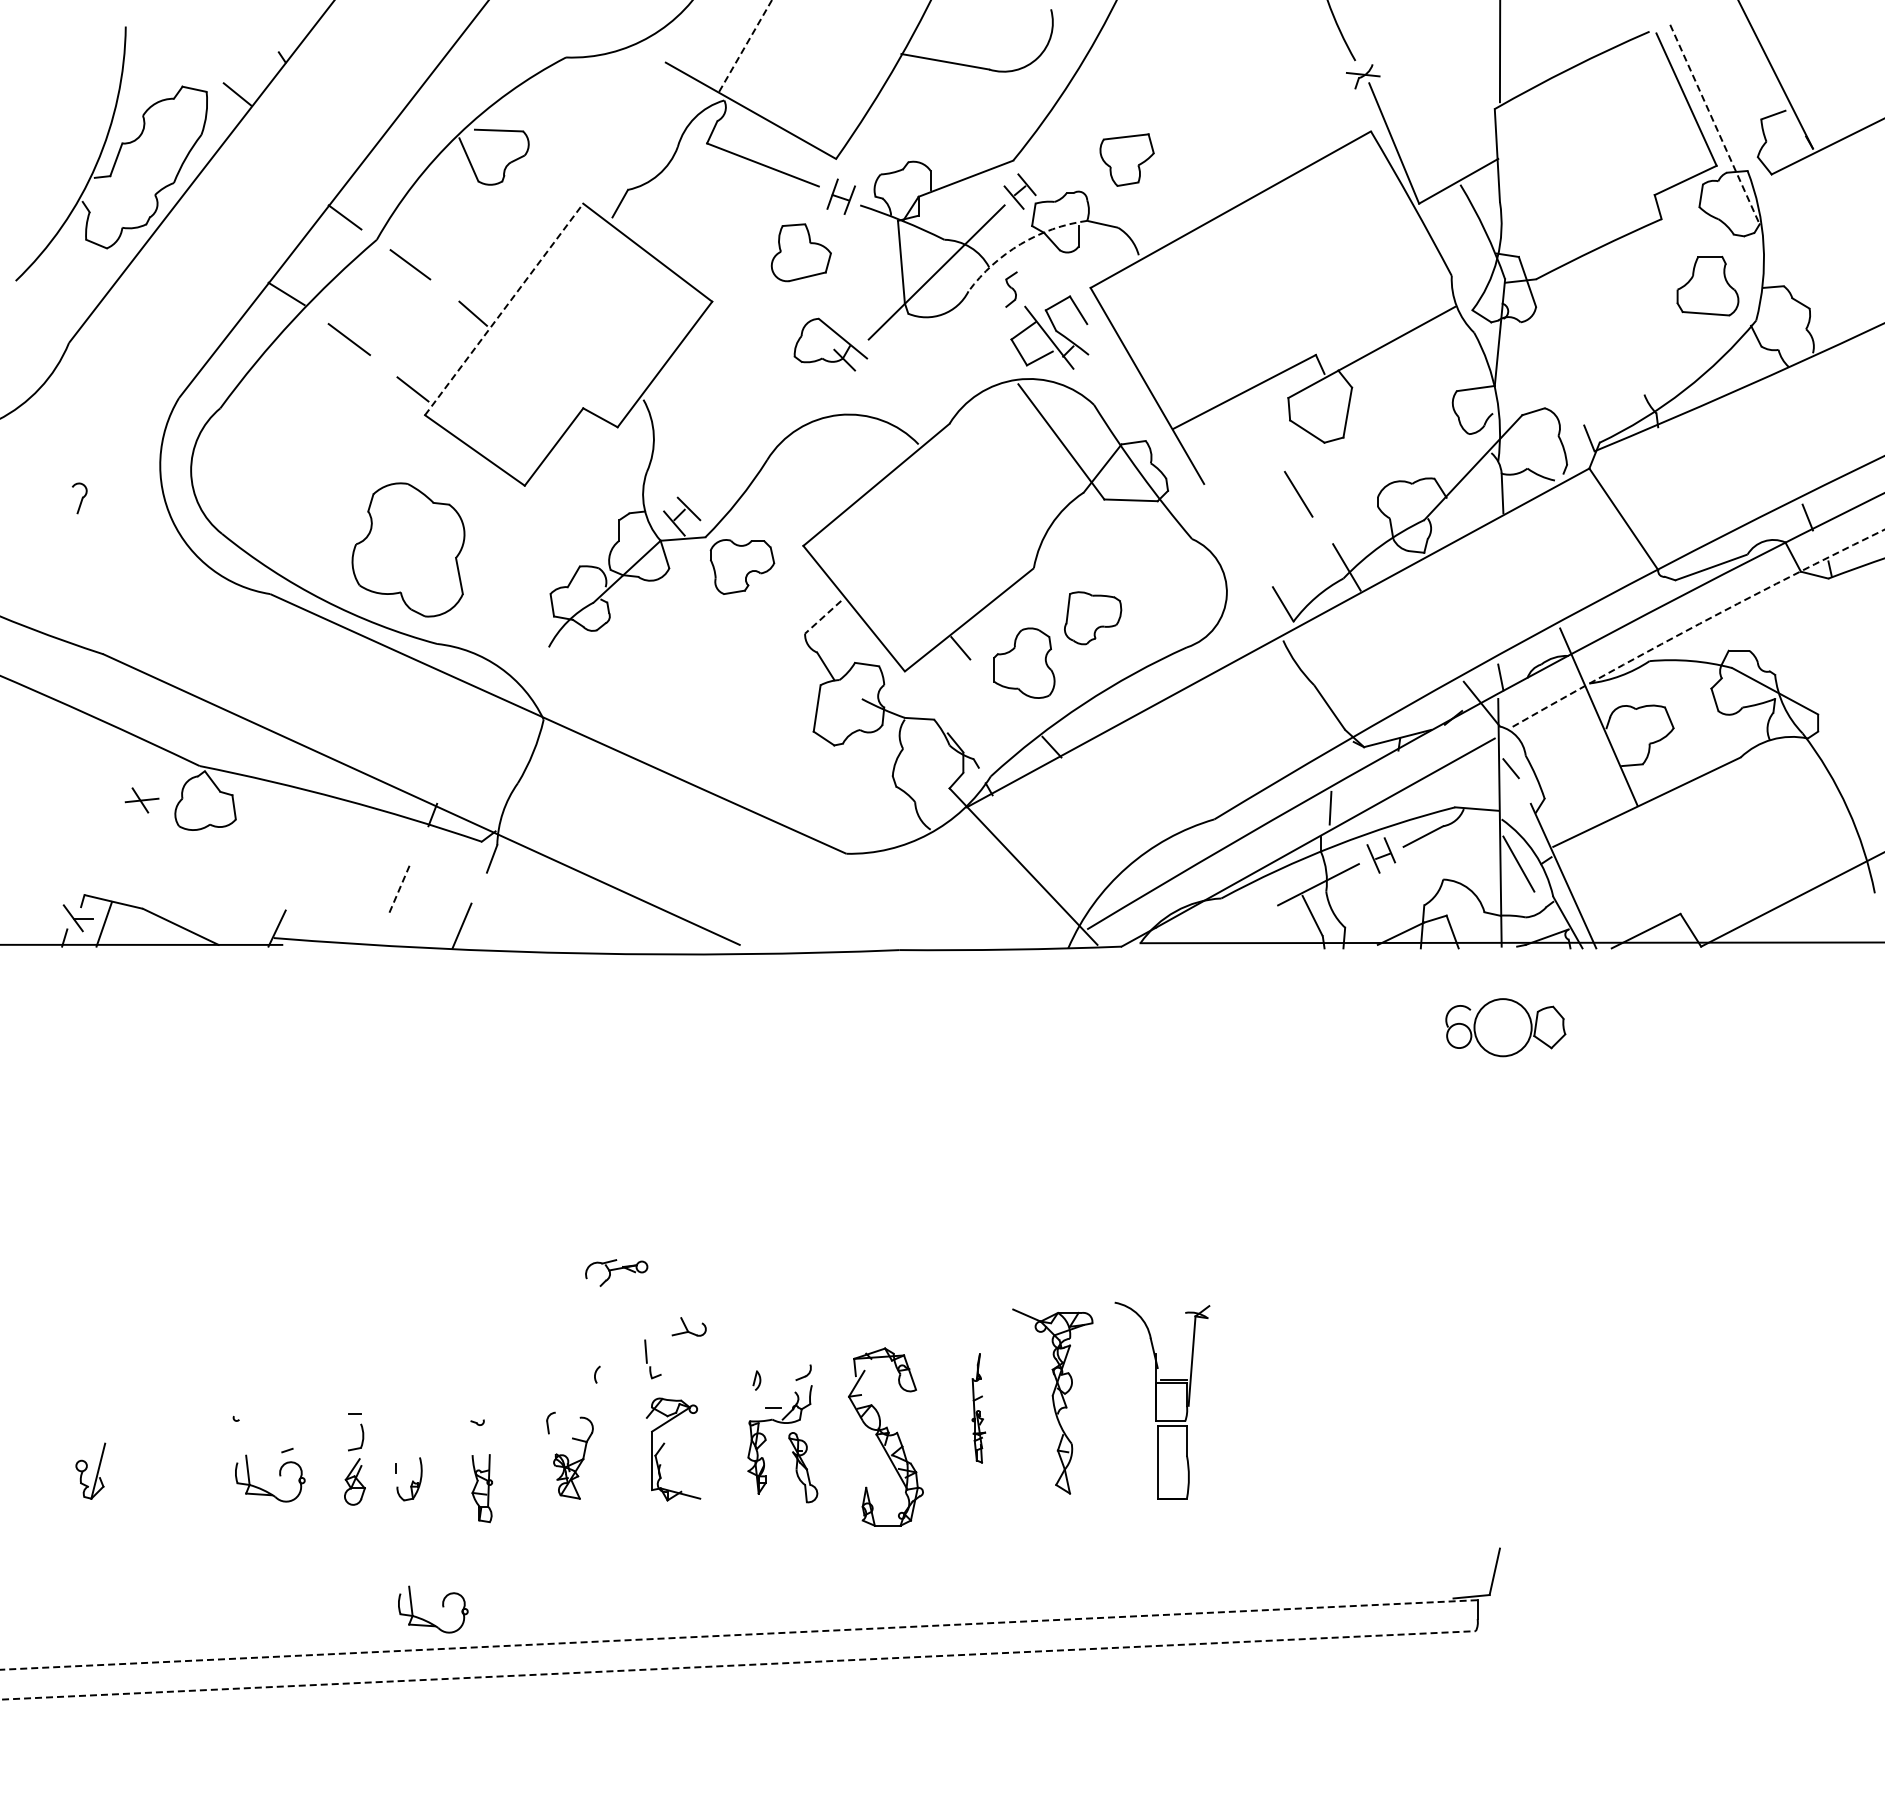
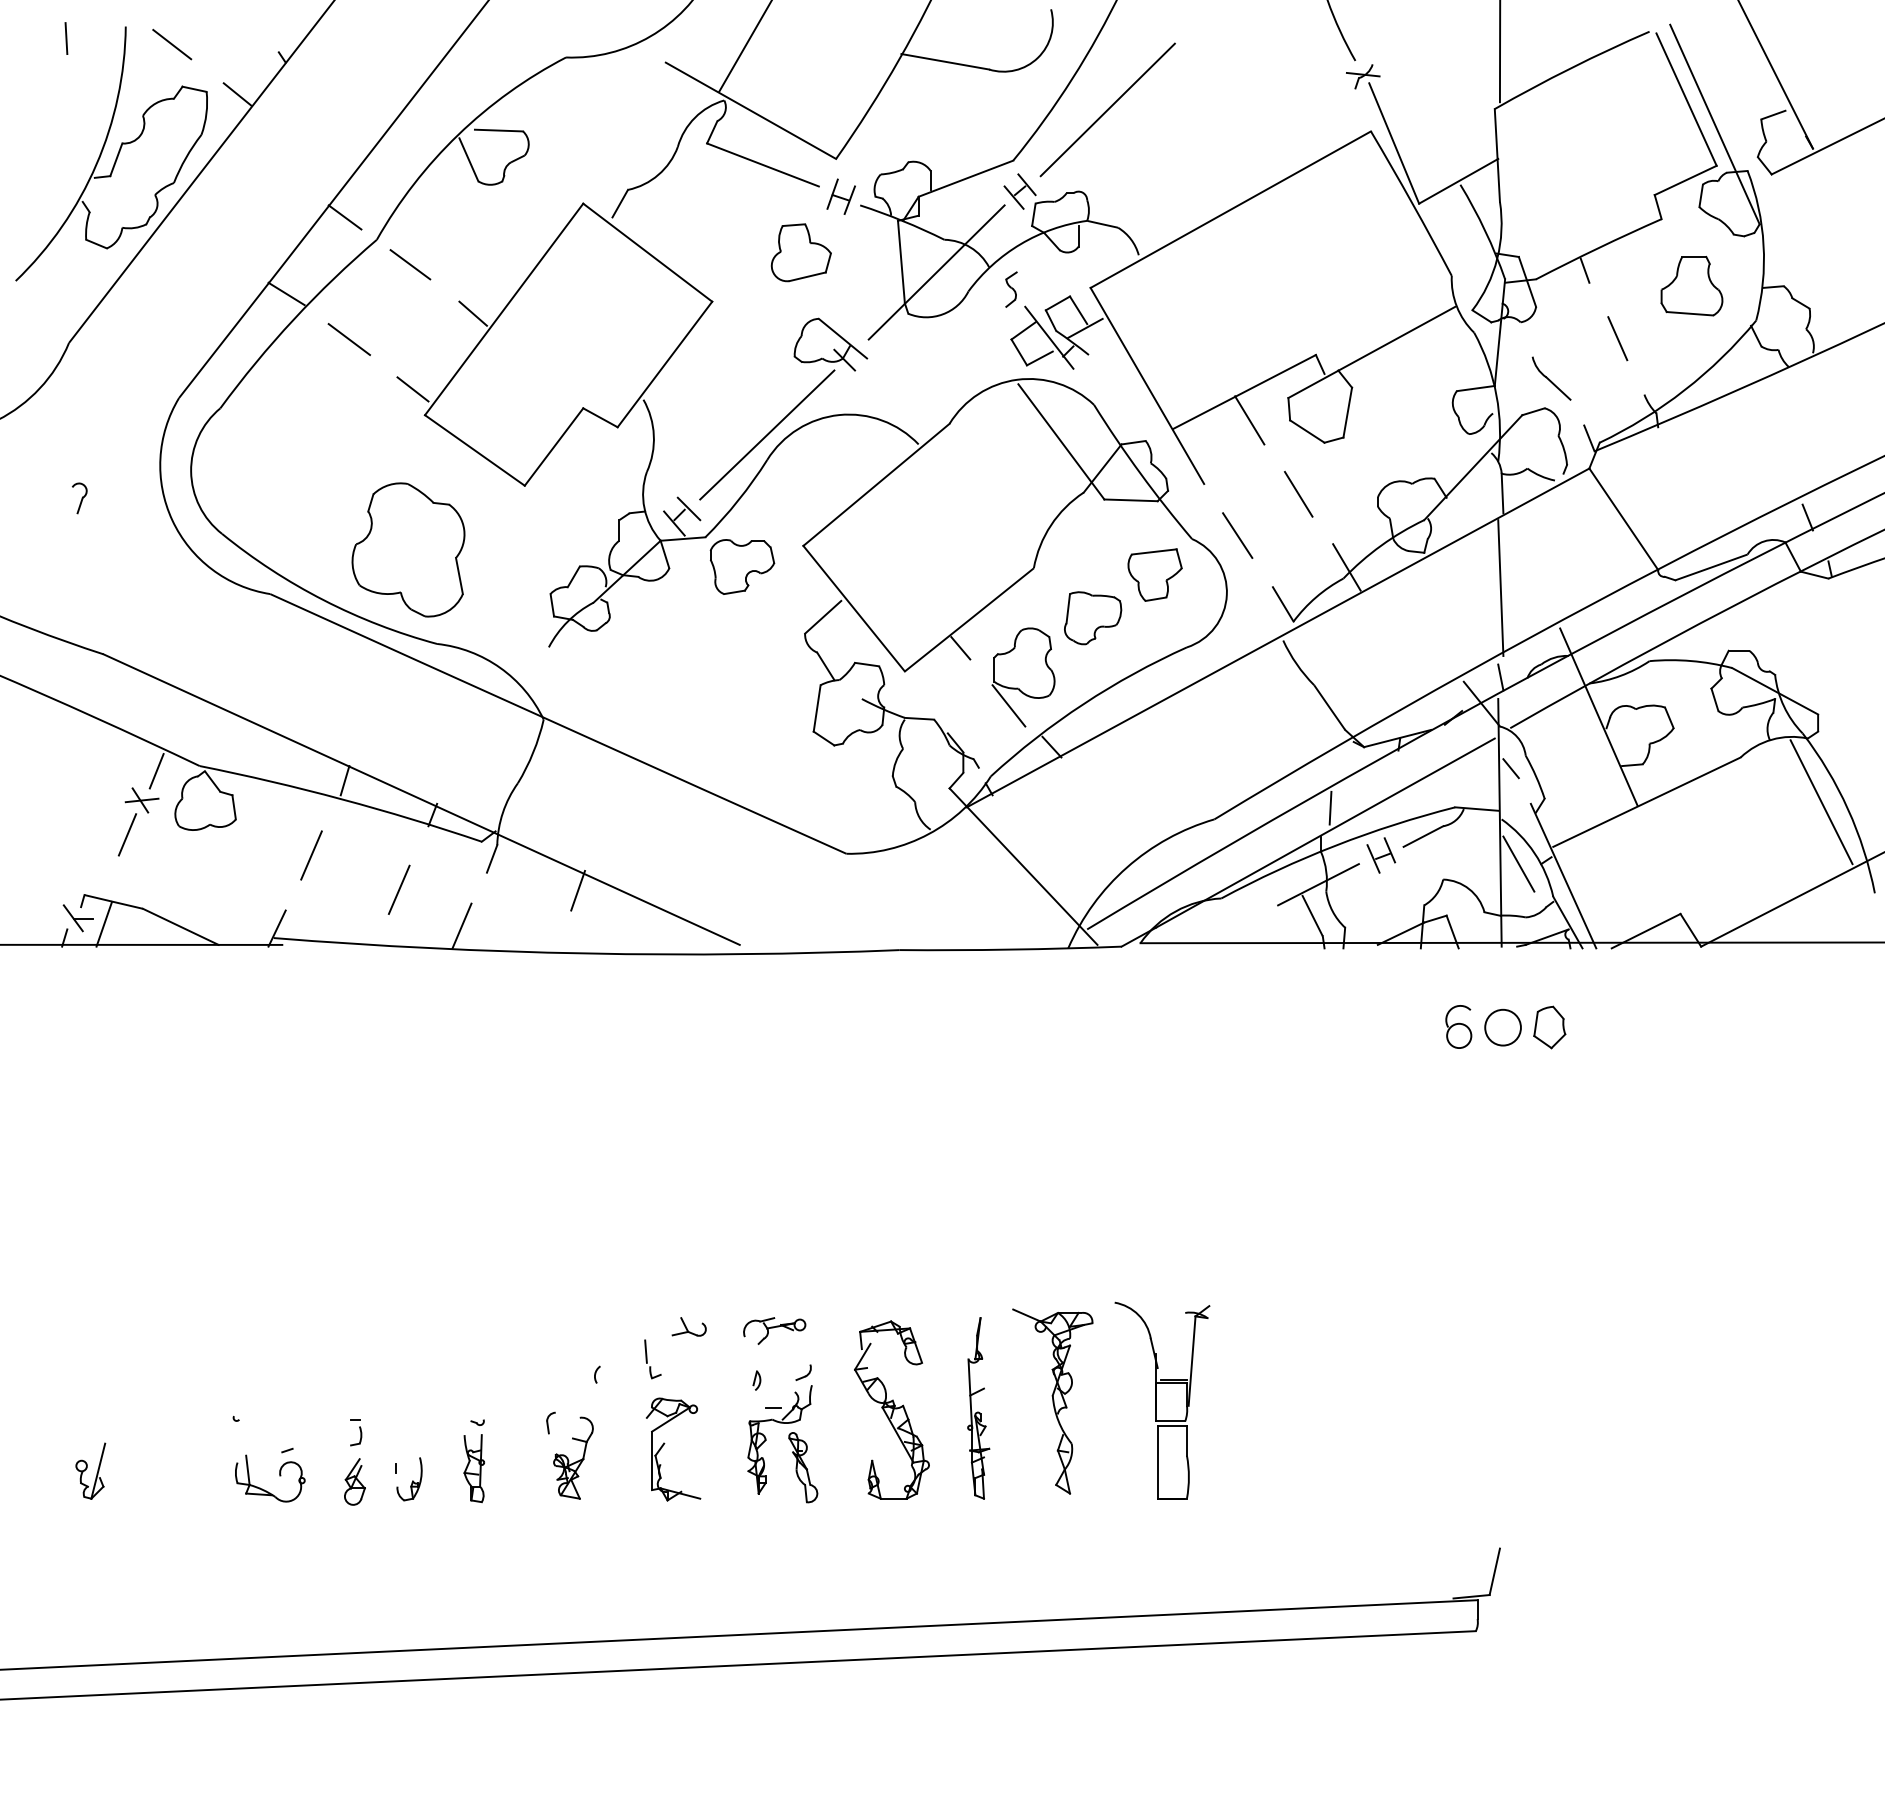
line at (66, 38): none -> present
line at (172, 44): none -> present
line at (745, 46): dashed -> solid
line at (1107, 109): none -> present
line at (1715, 125): dashed -> solid
part at (1126, 159) position: (1126, 159) -> (1154, 574)
arc at (1020, 244): dashed -> solid
line at (1584, 270): none -> present
part at (1707, 286) position: (1707, 286) -> (1691, 286)
line at (504, 309): dashed -> solid
line at (1085, 327): none -> present
line at (1617, 338): none -> present
part at (1551, 378): none -> present
line at (1249, 420): none -> present
line at (767, 434): none -> present
line at (1237, 535): none -> present
line at (1500, 588): none -> present
line at (822, 617): dashed -> solid
arc at (1696, 625): dashed -> solid
line at (1008, 705): none -> present
line at (156, 771): none -> present
line at (344, 780): none -> present
line at (1821, 802): none -> present
line at (127, 834): none -> present
line at (311, 855): none -> present
line at (399, 890): dashed -> solid
line at (577, 890): none -> present
circle at (1502, 1027) diameter: 57 px -> 36 px
part at (616, 1272) position: (616, 1272) -> (774, 1330)
part at (978, 1408) size: 16x111 px -> 24x183 px
part at (356, 1432) size: 17x39 px -> 13x28 px
part at (885, 1436) position: (885, 1436) -> (891, 1409)
part at (482, 1488) position: (482, 1488) -> (474, 1468)
part at (442, 1607): present -> none
line at (738, 1635): dashed -> solid
line at (738, 1665): dashed -> solid
